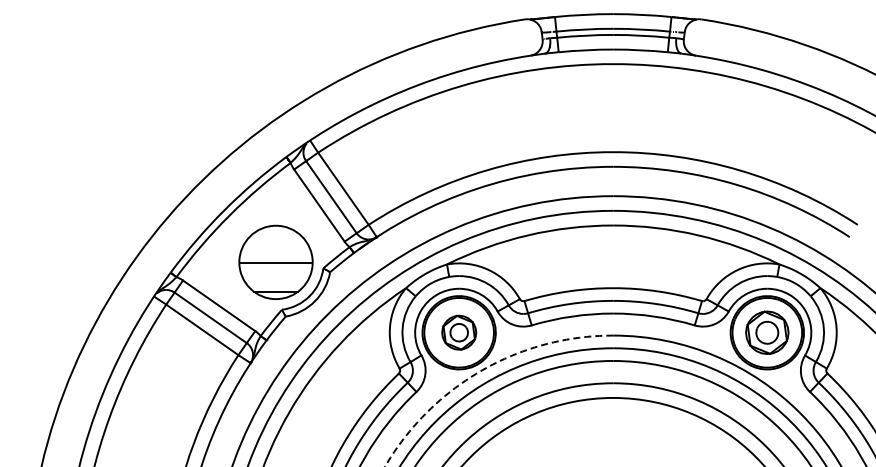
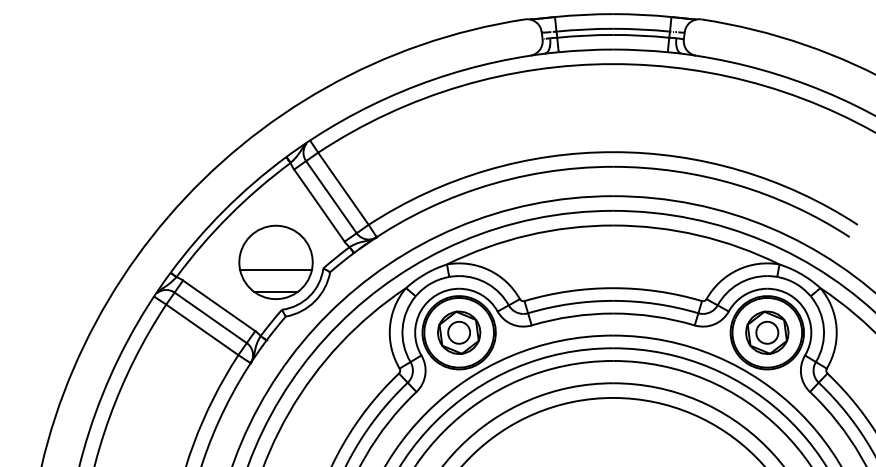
line at (275, 262) position: (275, 262) -> (275, 269)
part at (459, 332) size: 37x37 px -> 45x45 px
arc at (482, 370): dashed -> solid
